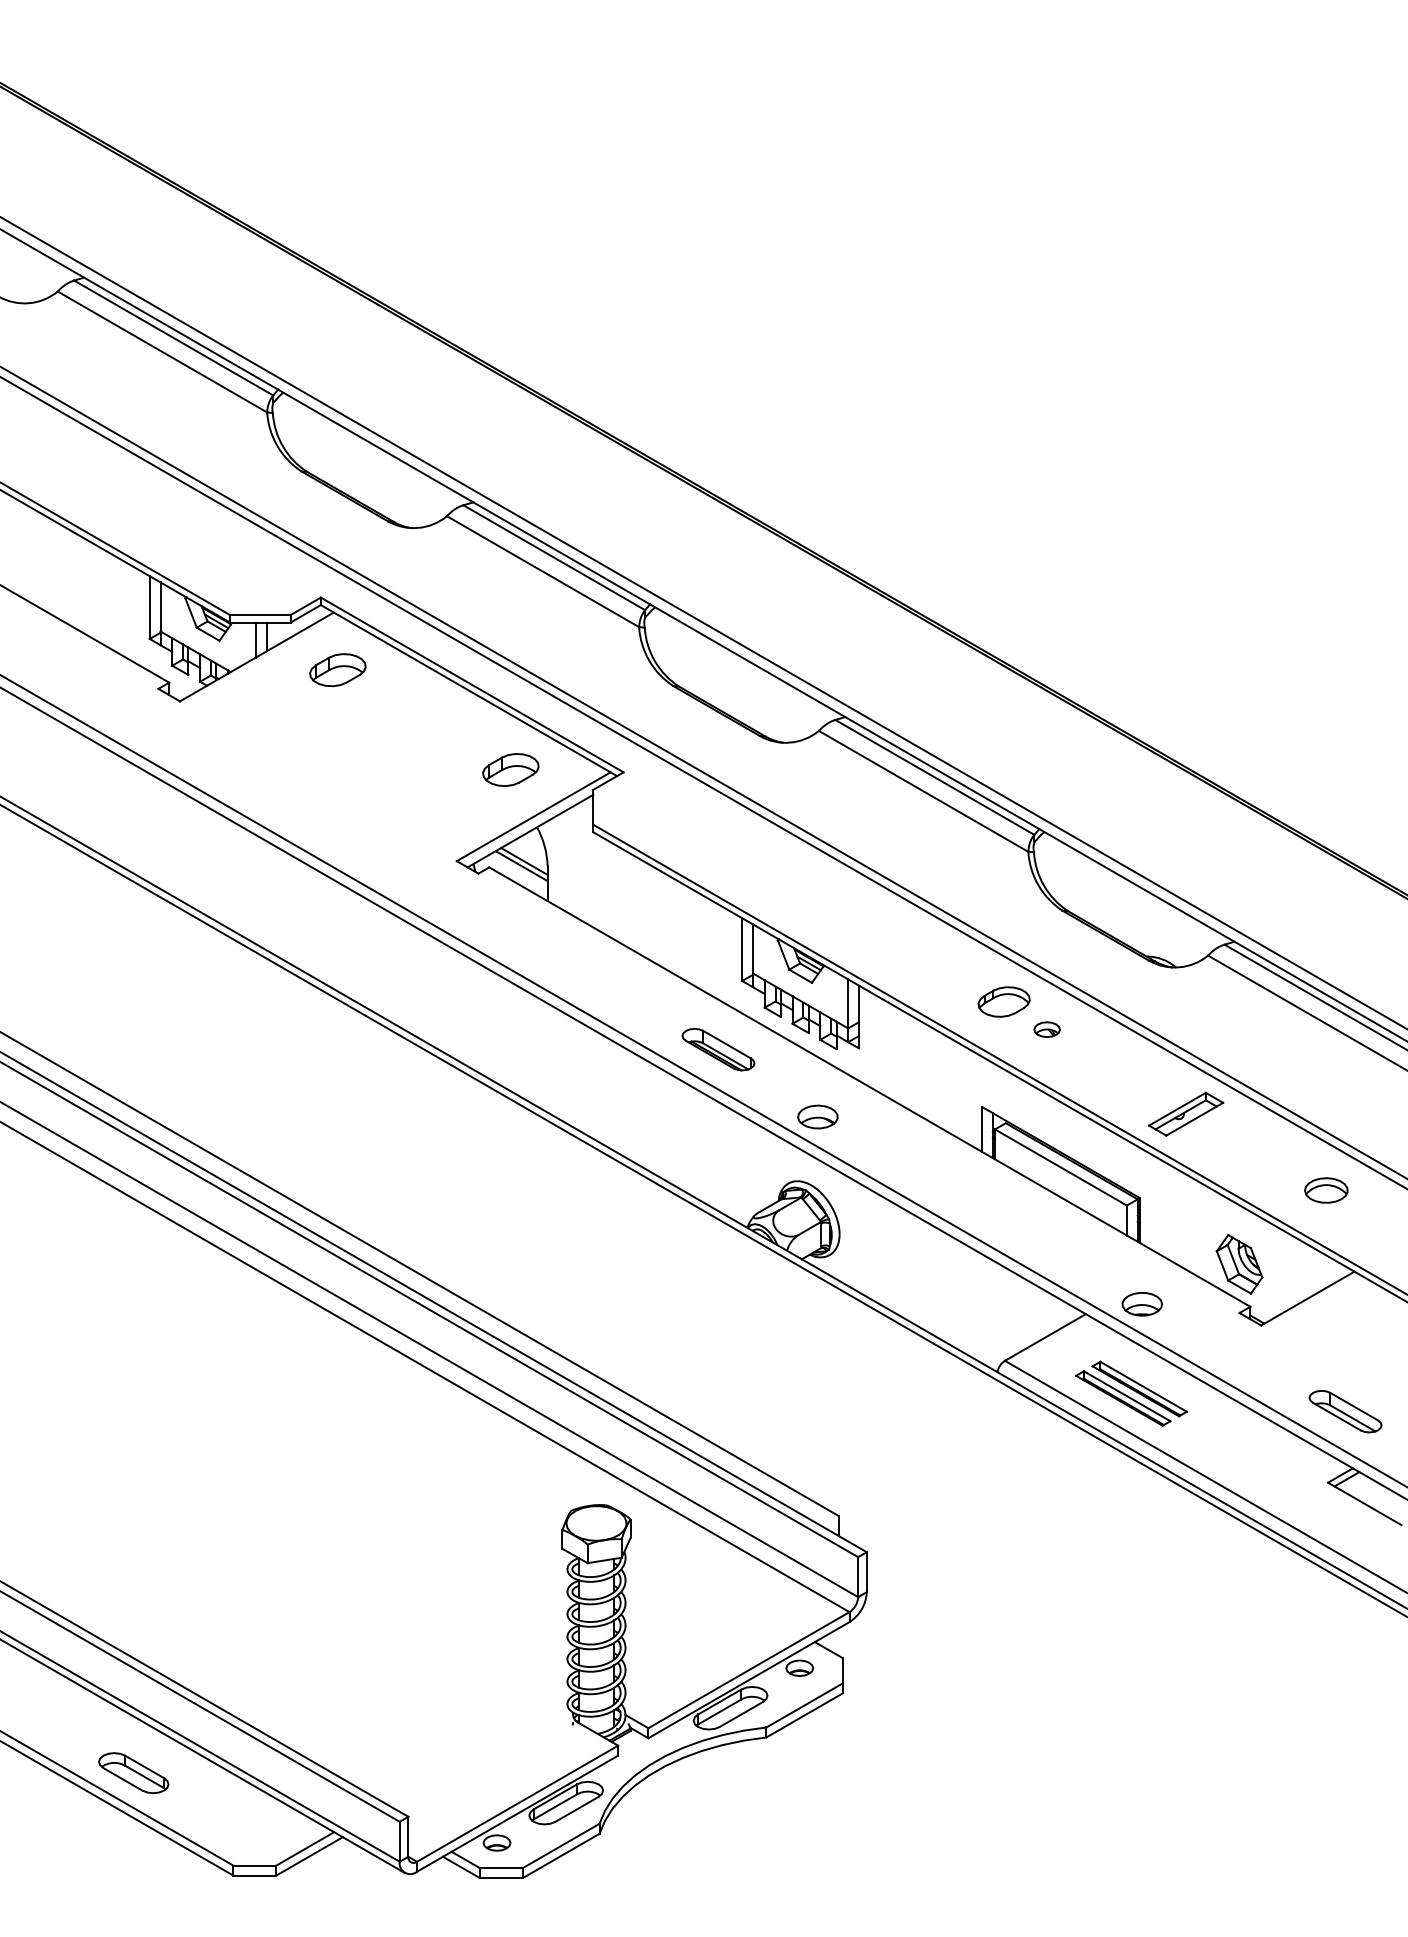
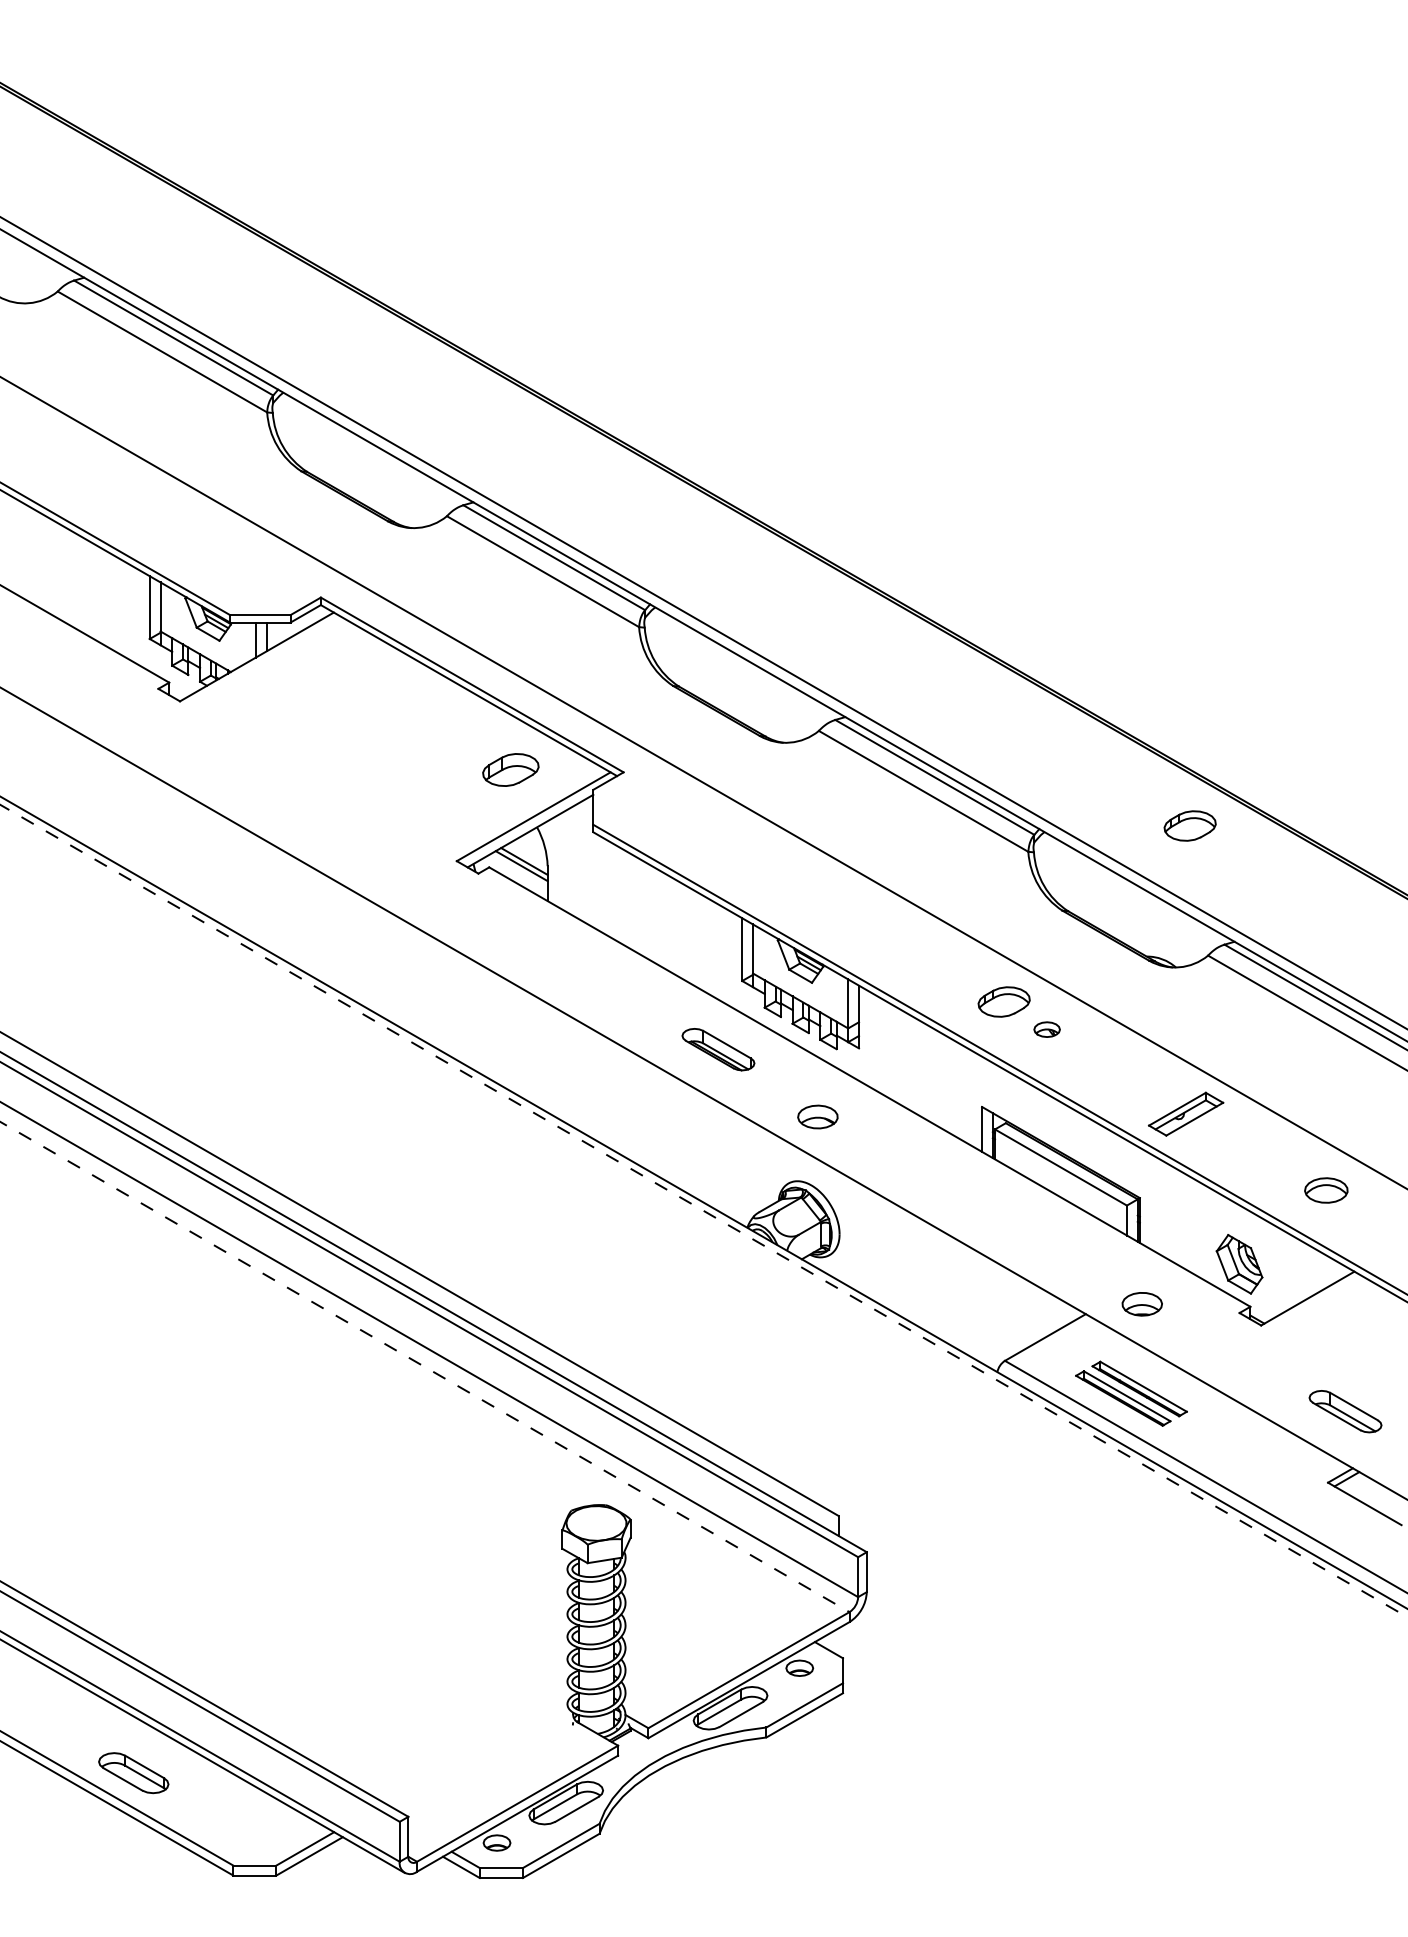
part at (337, 670): present -> none
line at (703, 772): present -> none
part at (1189, 825): none -> present
line at (703, 1080): present -> none
line at (704, 1211): solid -> dashed
line at (425, 1367): solid -> dashed
